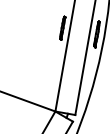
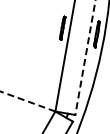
line at (85, 57): solid -> dashed
line at (27, 101): solid -> dashed
